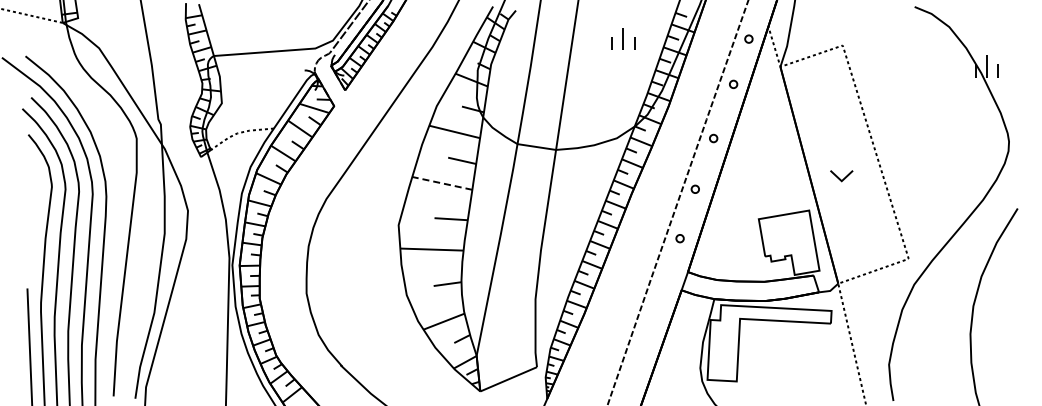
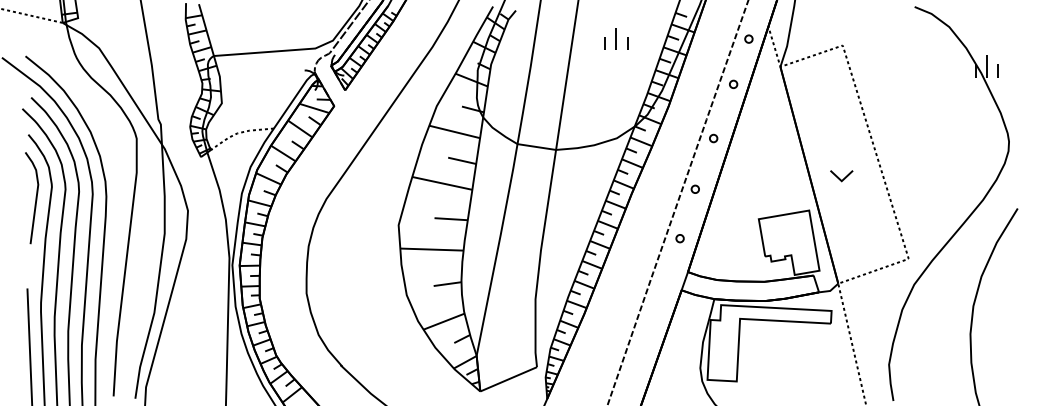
part at (623, 38) position: (623, 38) -> (616, 38)
line at (442, 183): dashed -> solid
line at (35, 198): none -> present
